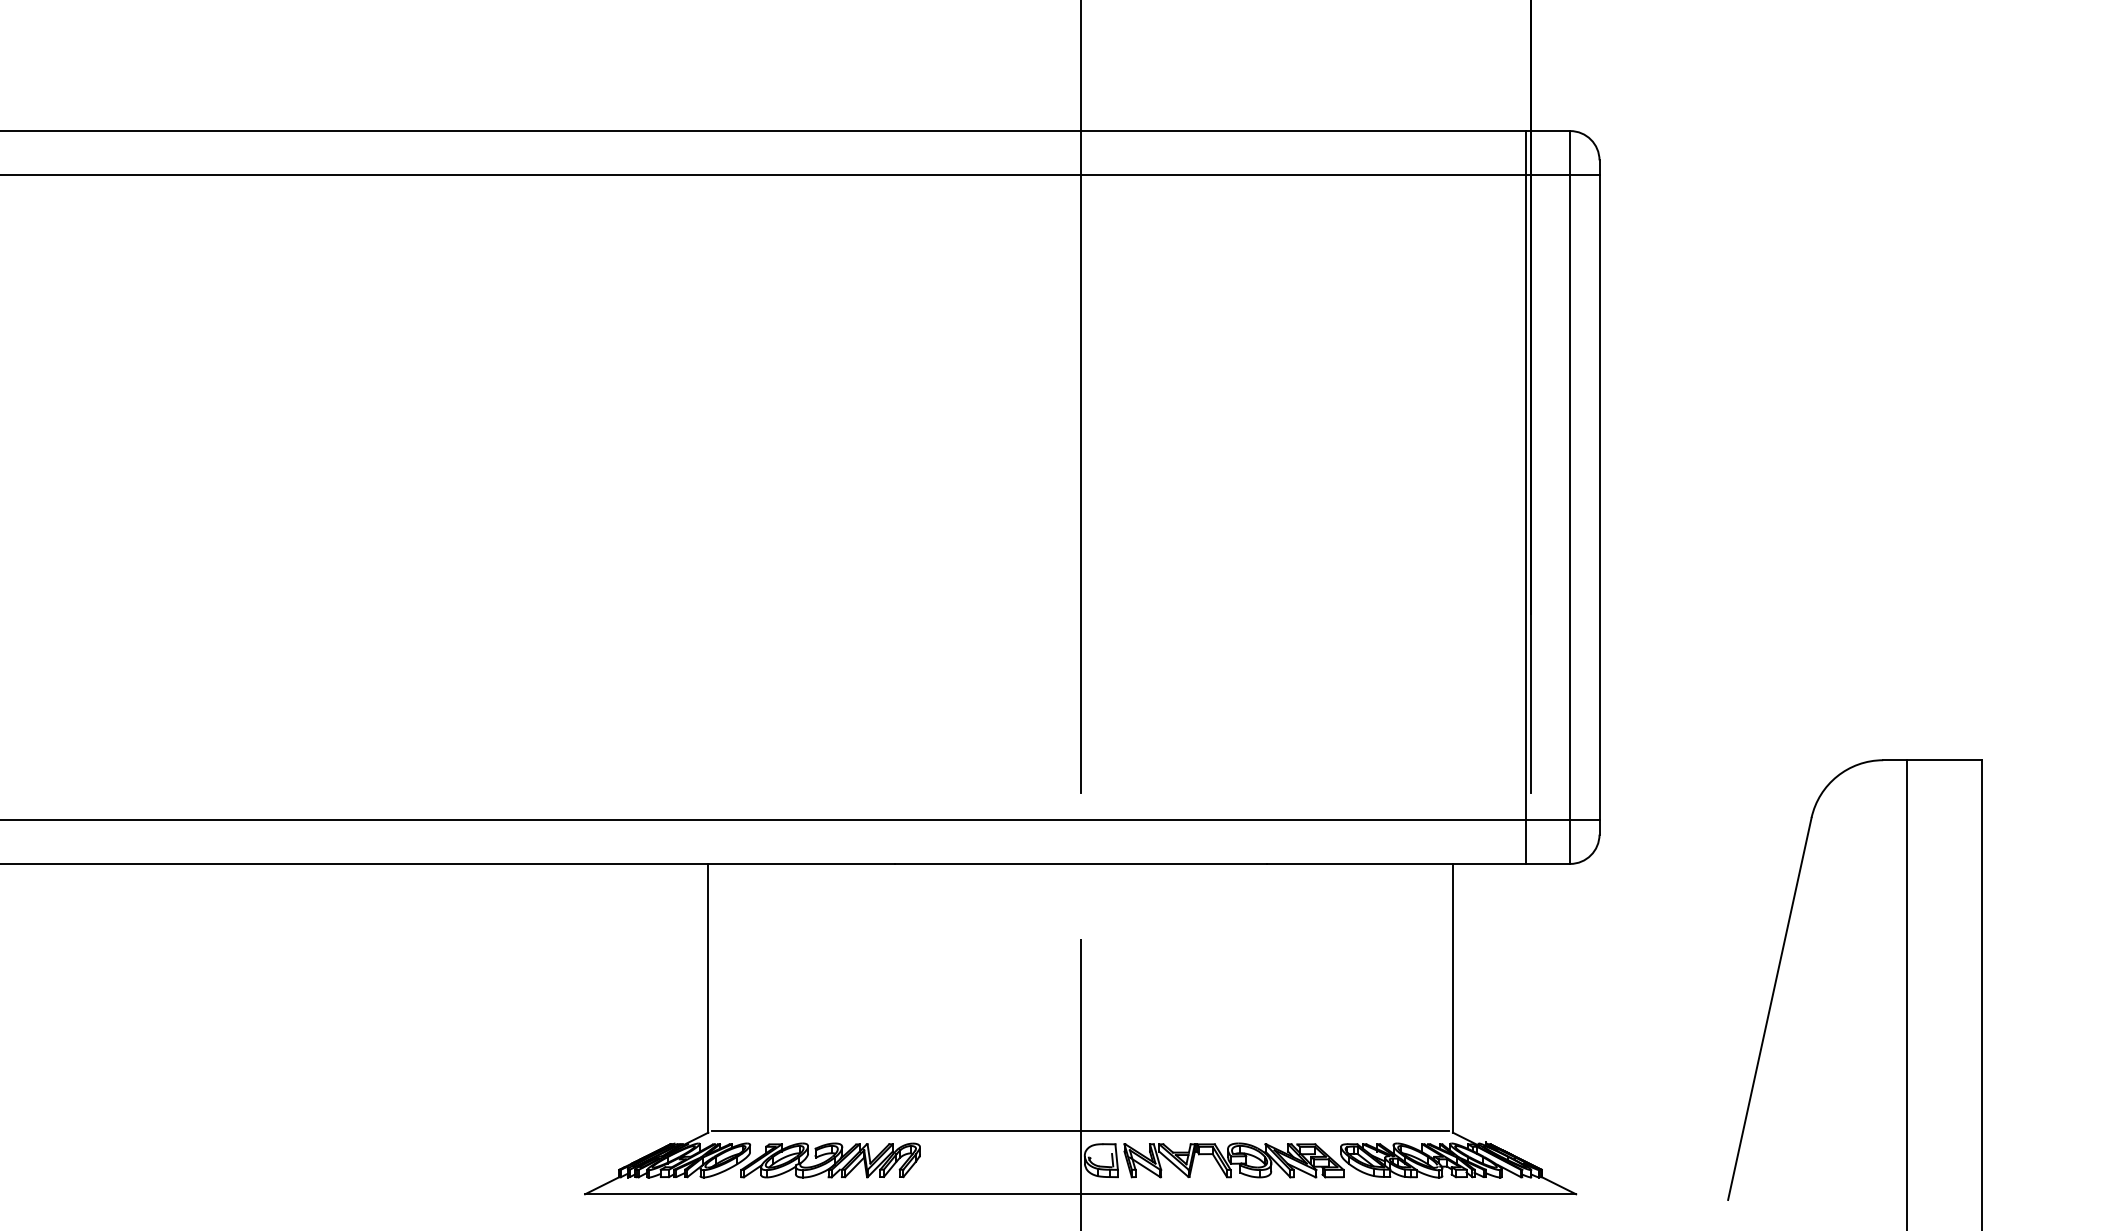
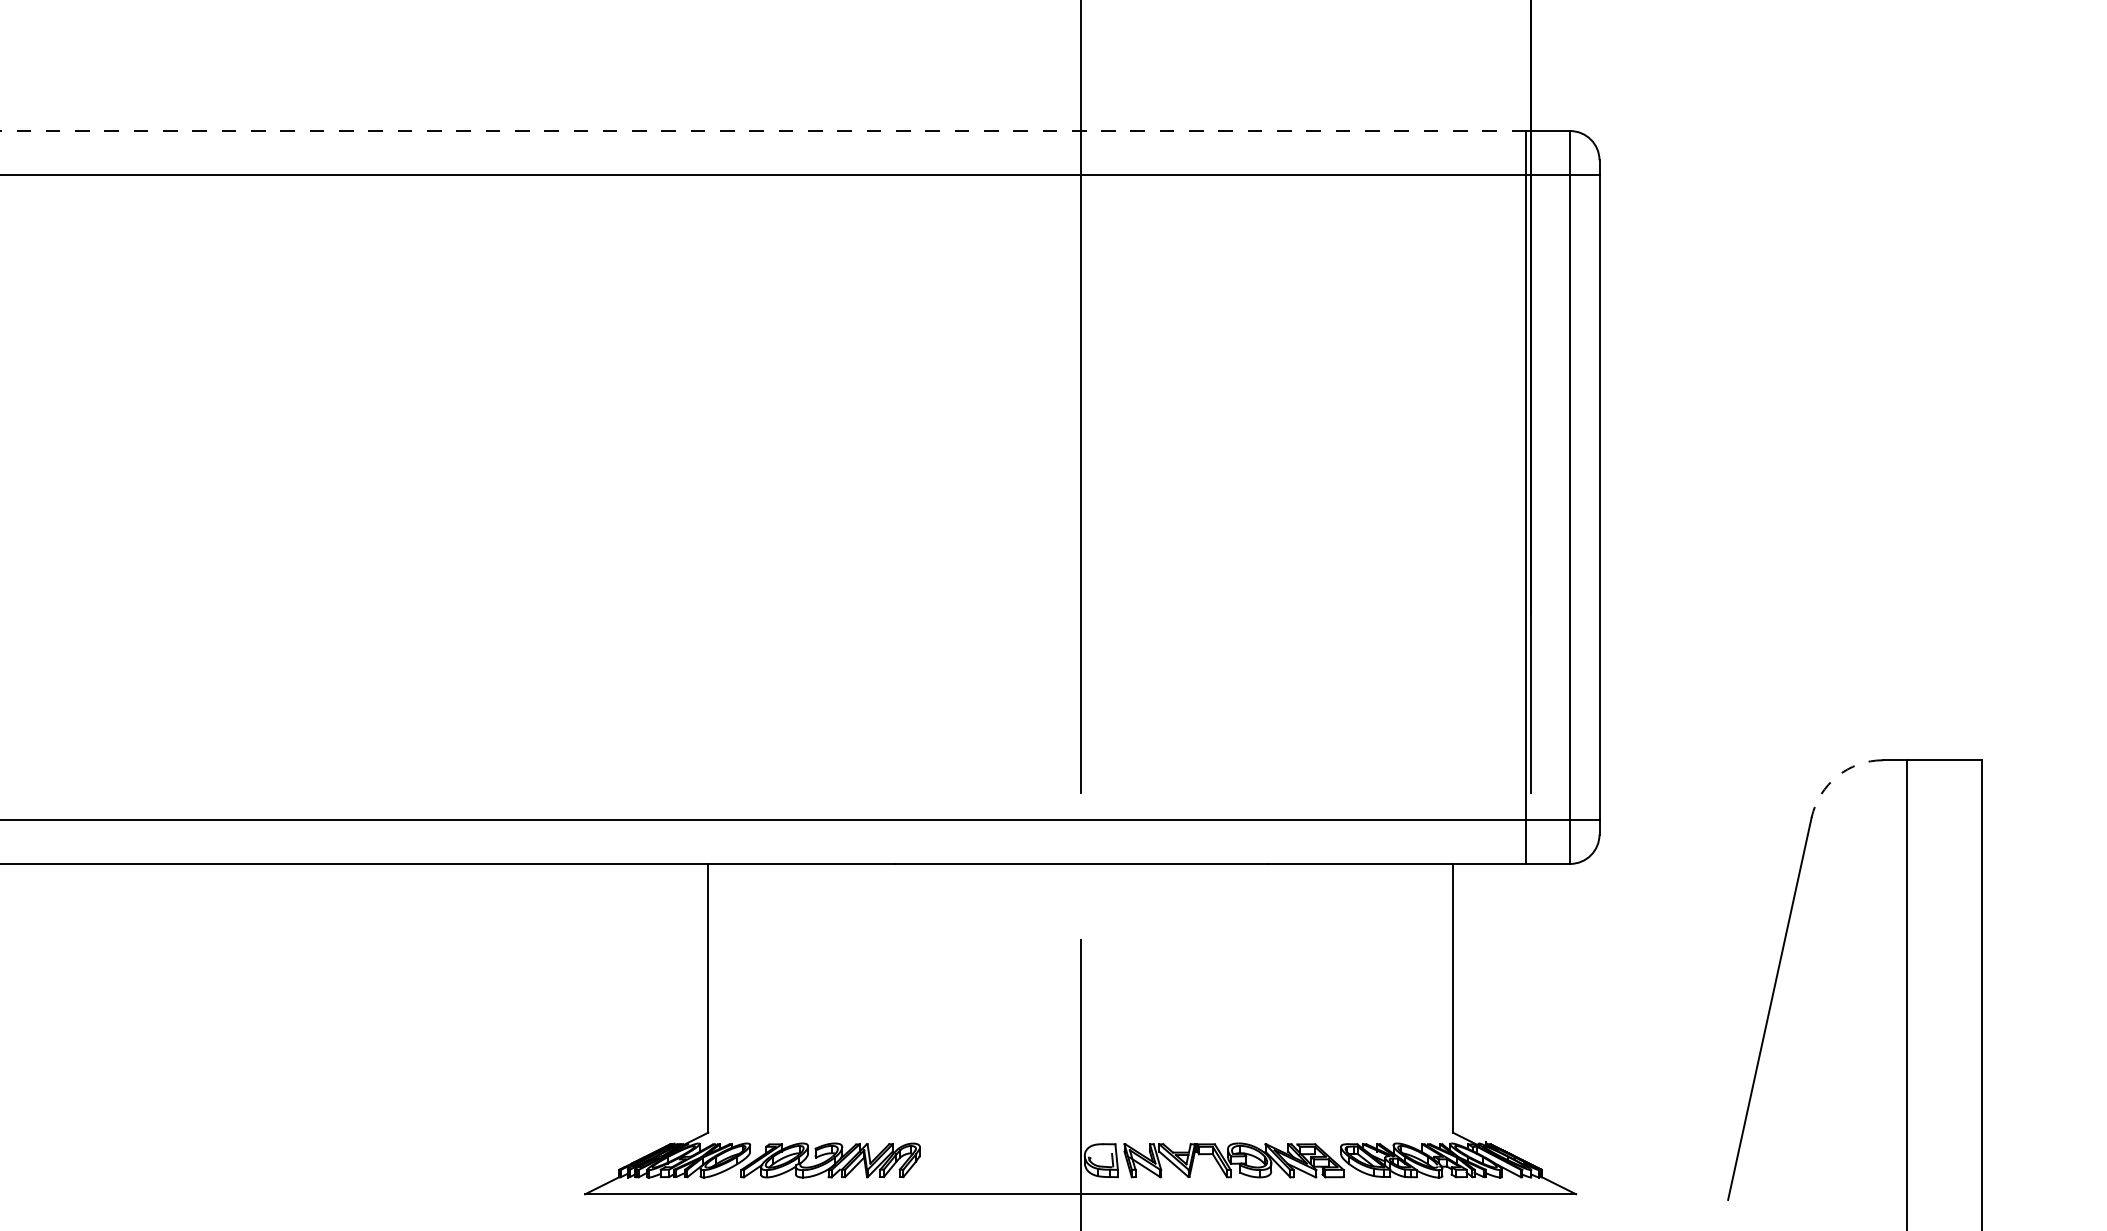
line at (762, 131): solid -> dashed
arc at (1837, 776): solid -> dashed
line at (1080, 1130): present -> none
